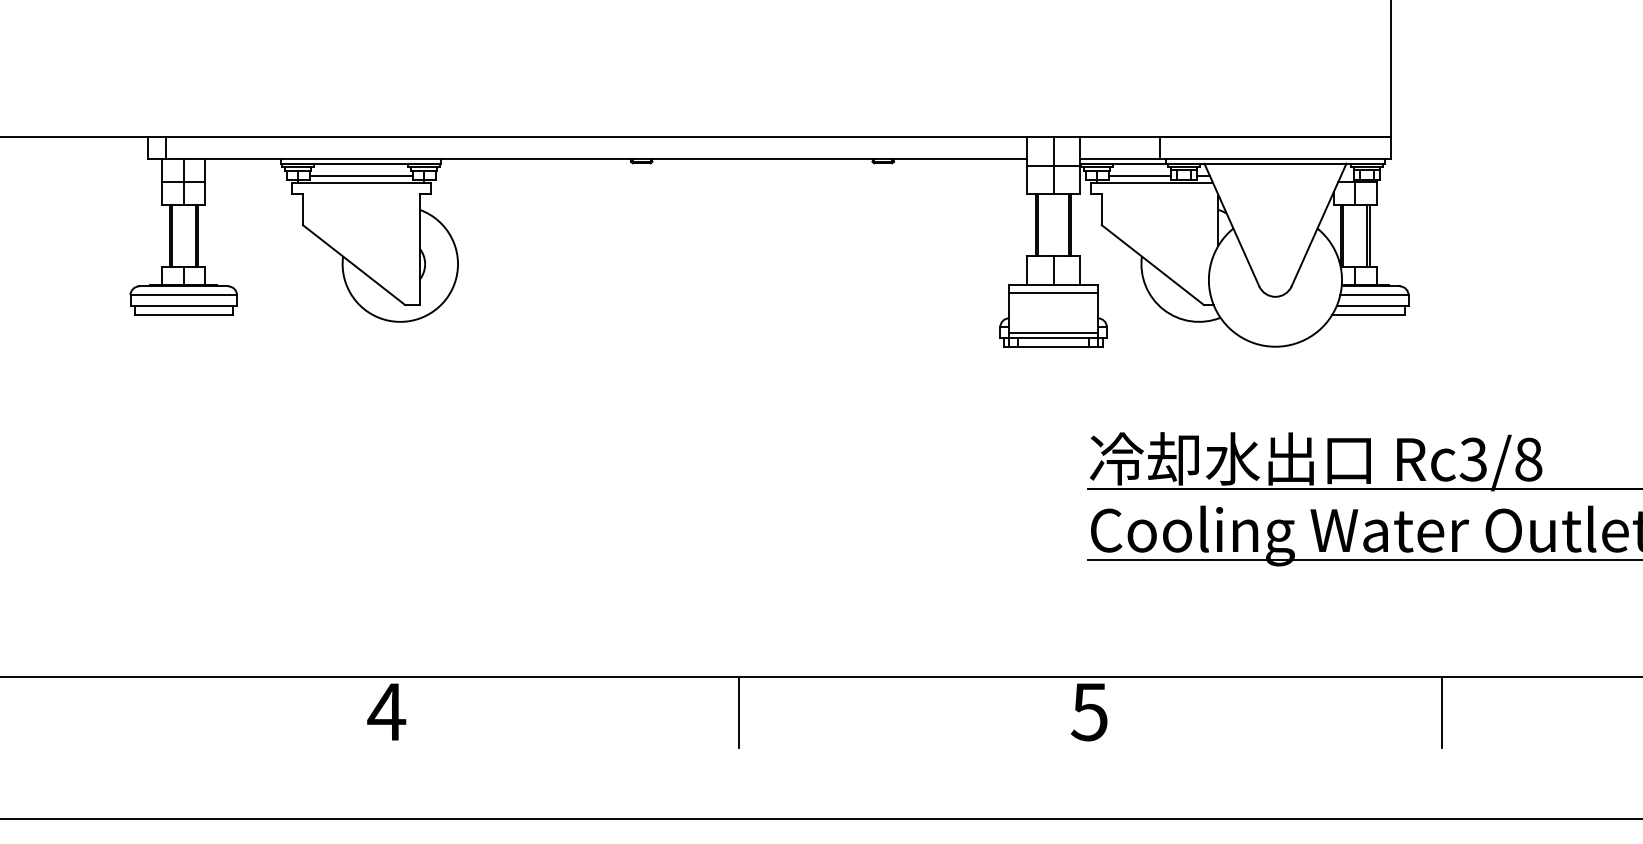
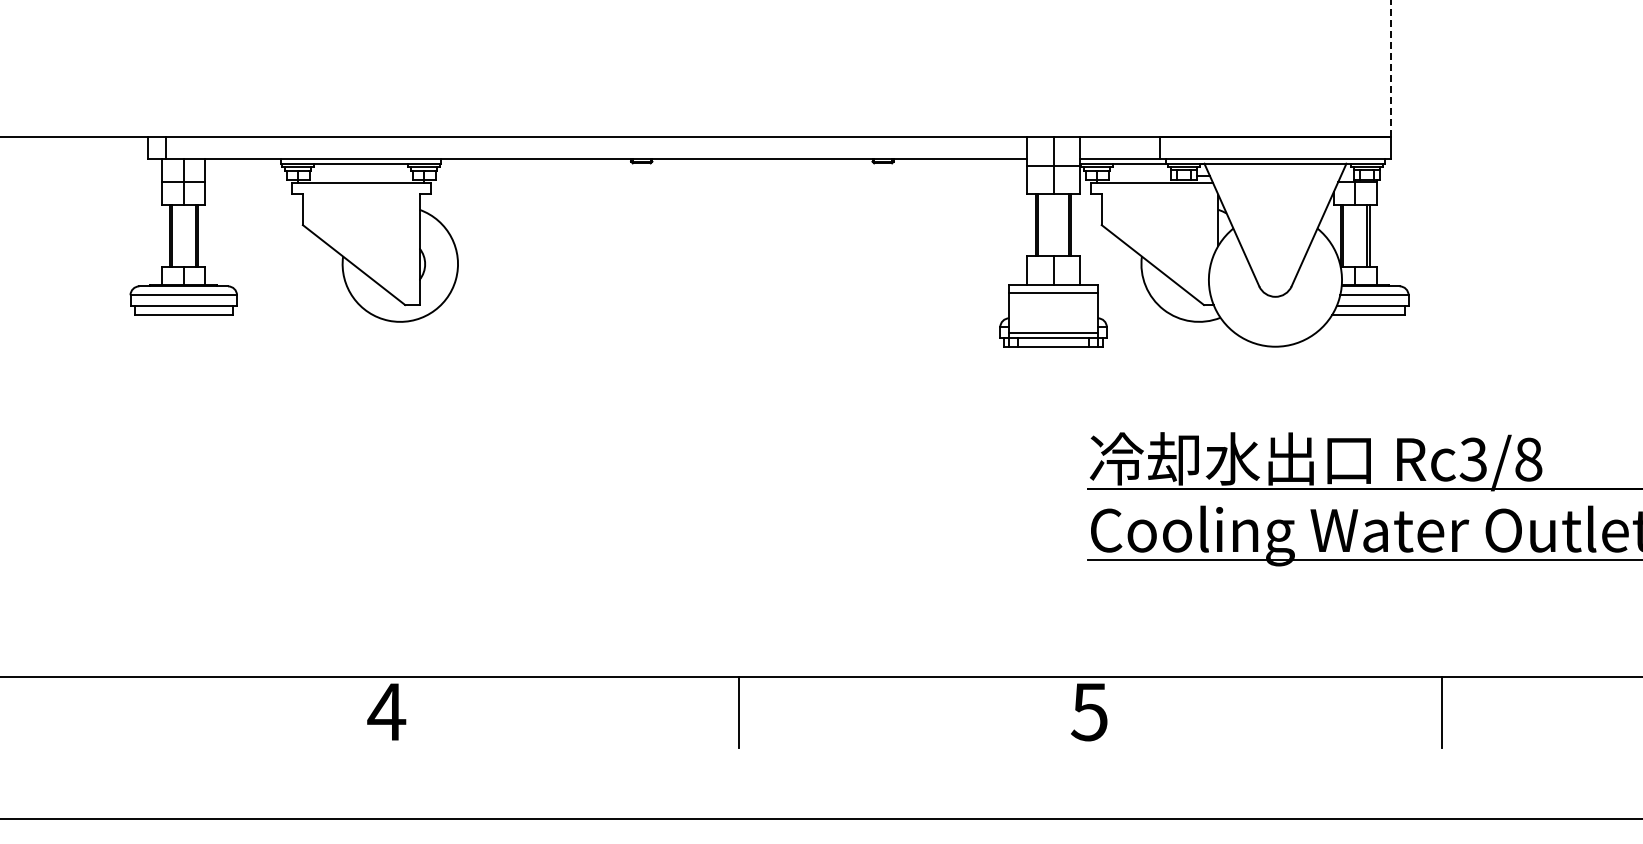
line at (1390, 68): solid -> dashed
line at (360, 176): present -> none
line at (1139, 176): present -> none
